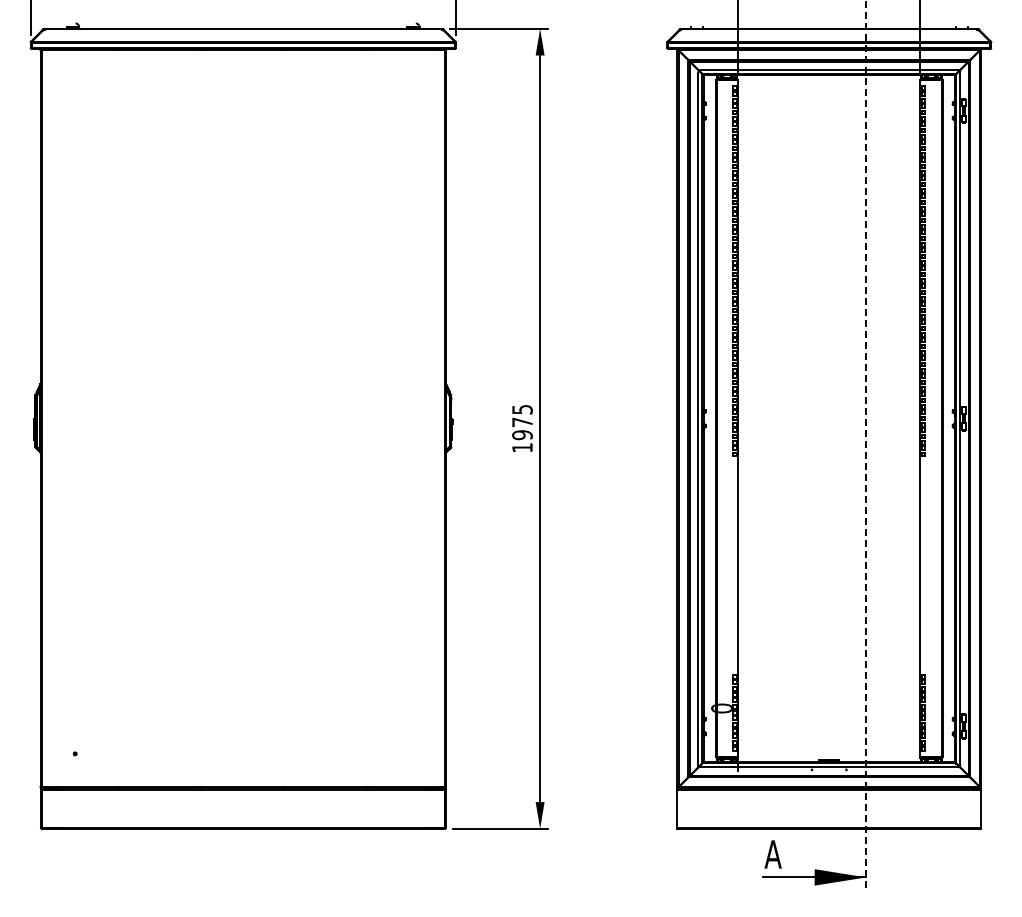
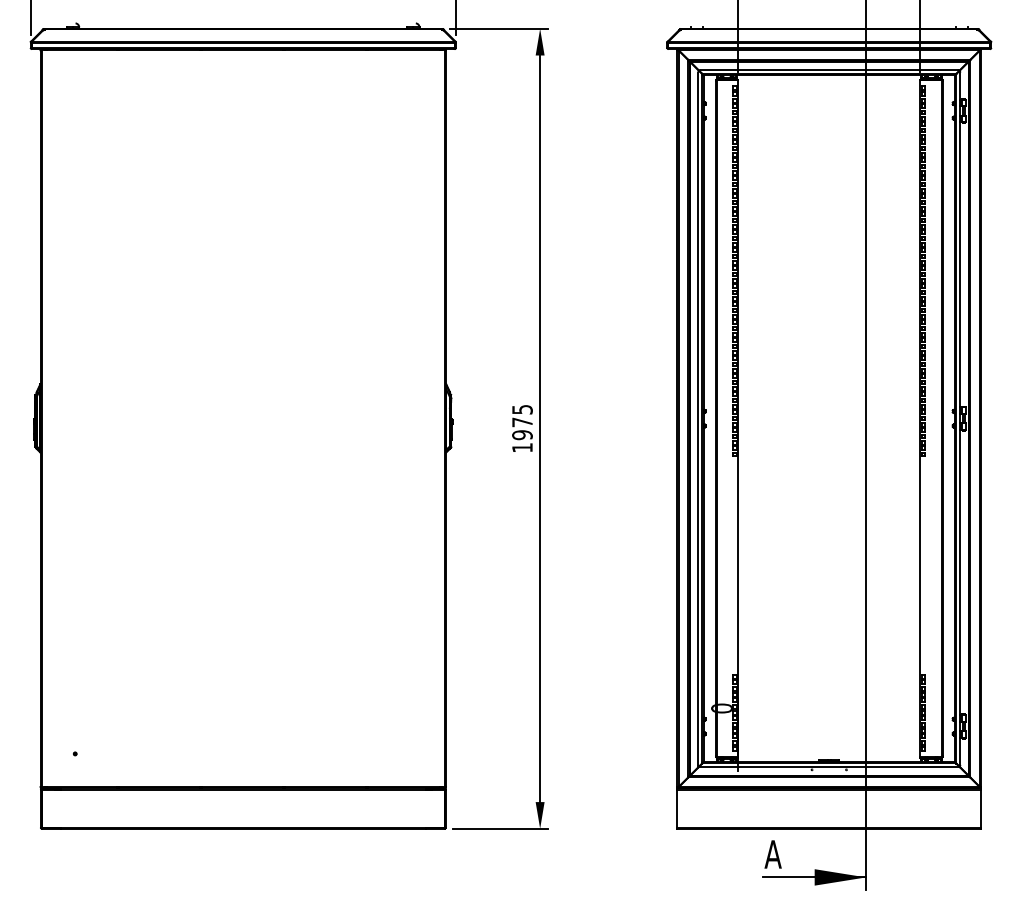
line at (866, 445): dashed -> solid
